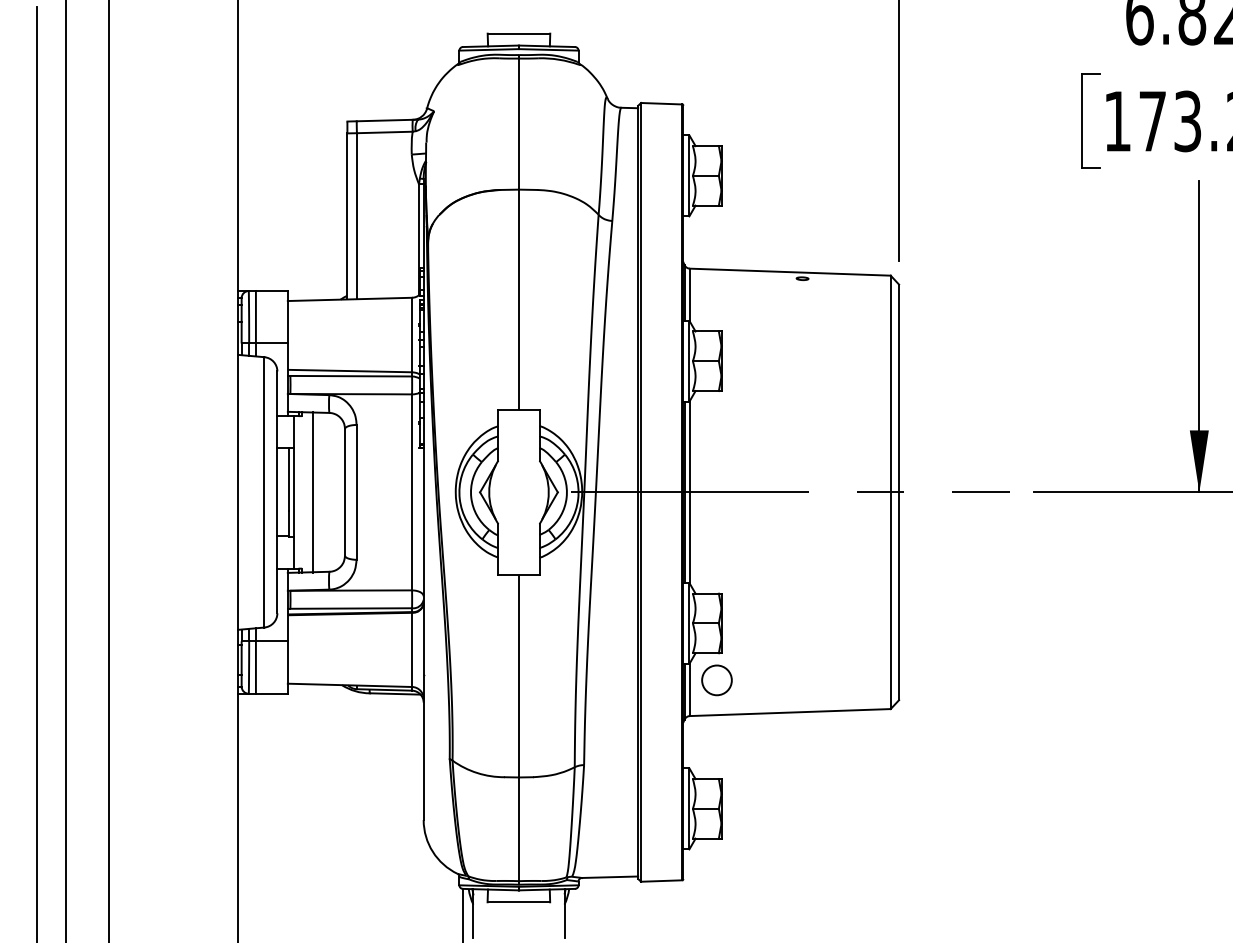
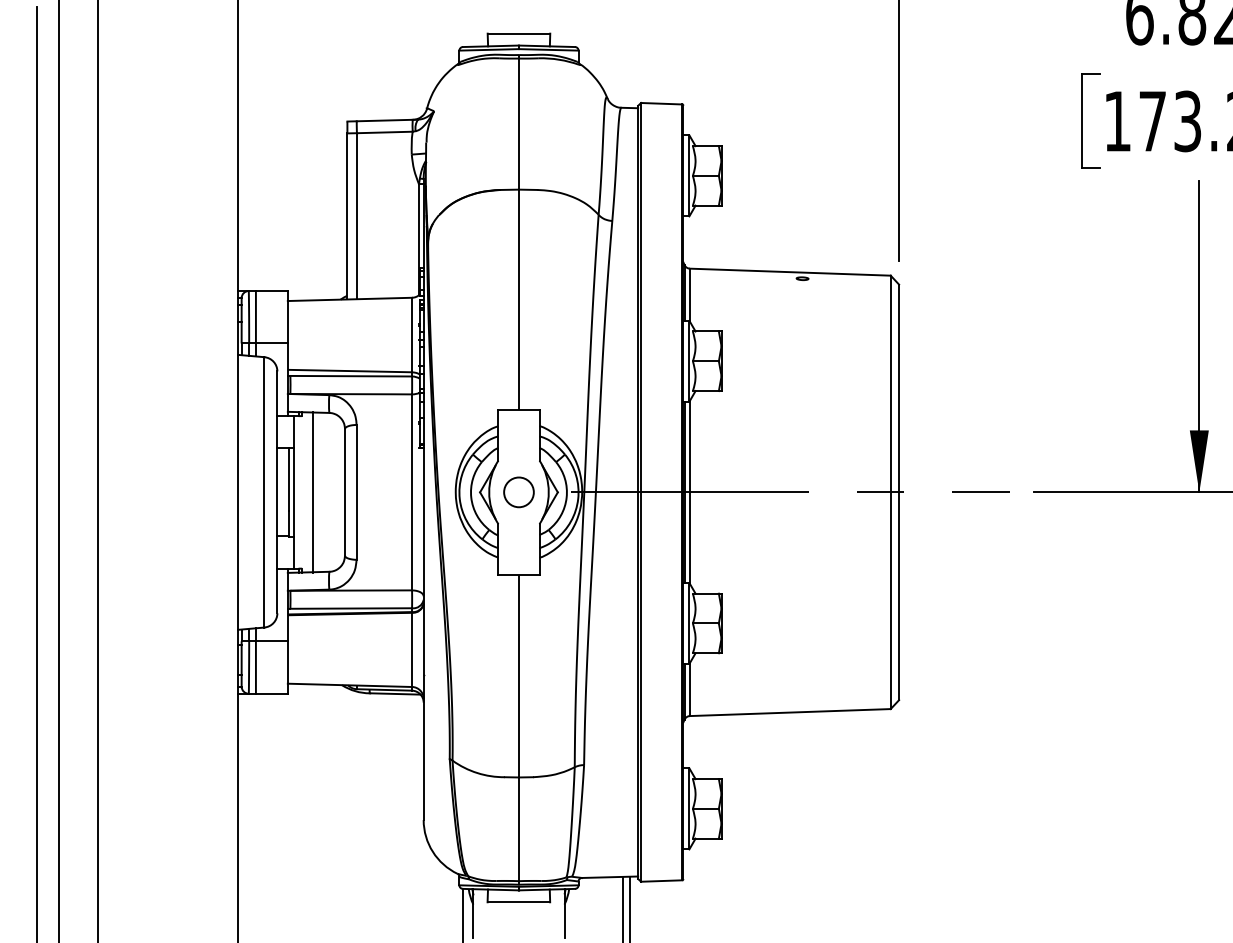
line at (66, 470) position: (66, 470) -> (59, 470)
line at (108, 470) position: (108, 470) -> (97, 470)
circle at (716, 680) position: (716, 680) -> (518, 492)
line at (622, 907): none -> present
line at (629, 907): none -> present
